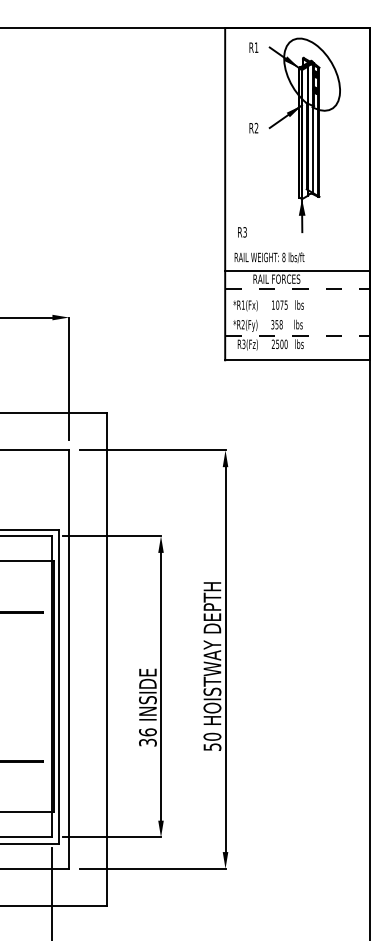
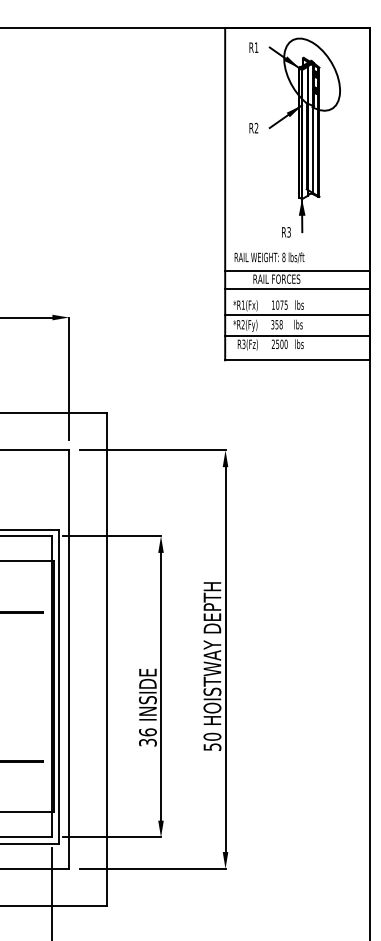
text at (242, 232) position: (242, 232) -> (286, 232)
line at (297, 288): dashed -> solid
line at (297, 315): none -> present
line at (297, 335): dashed -> solid
